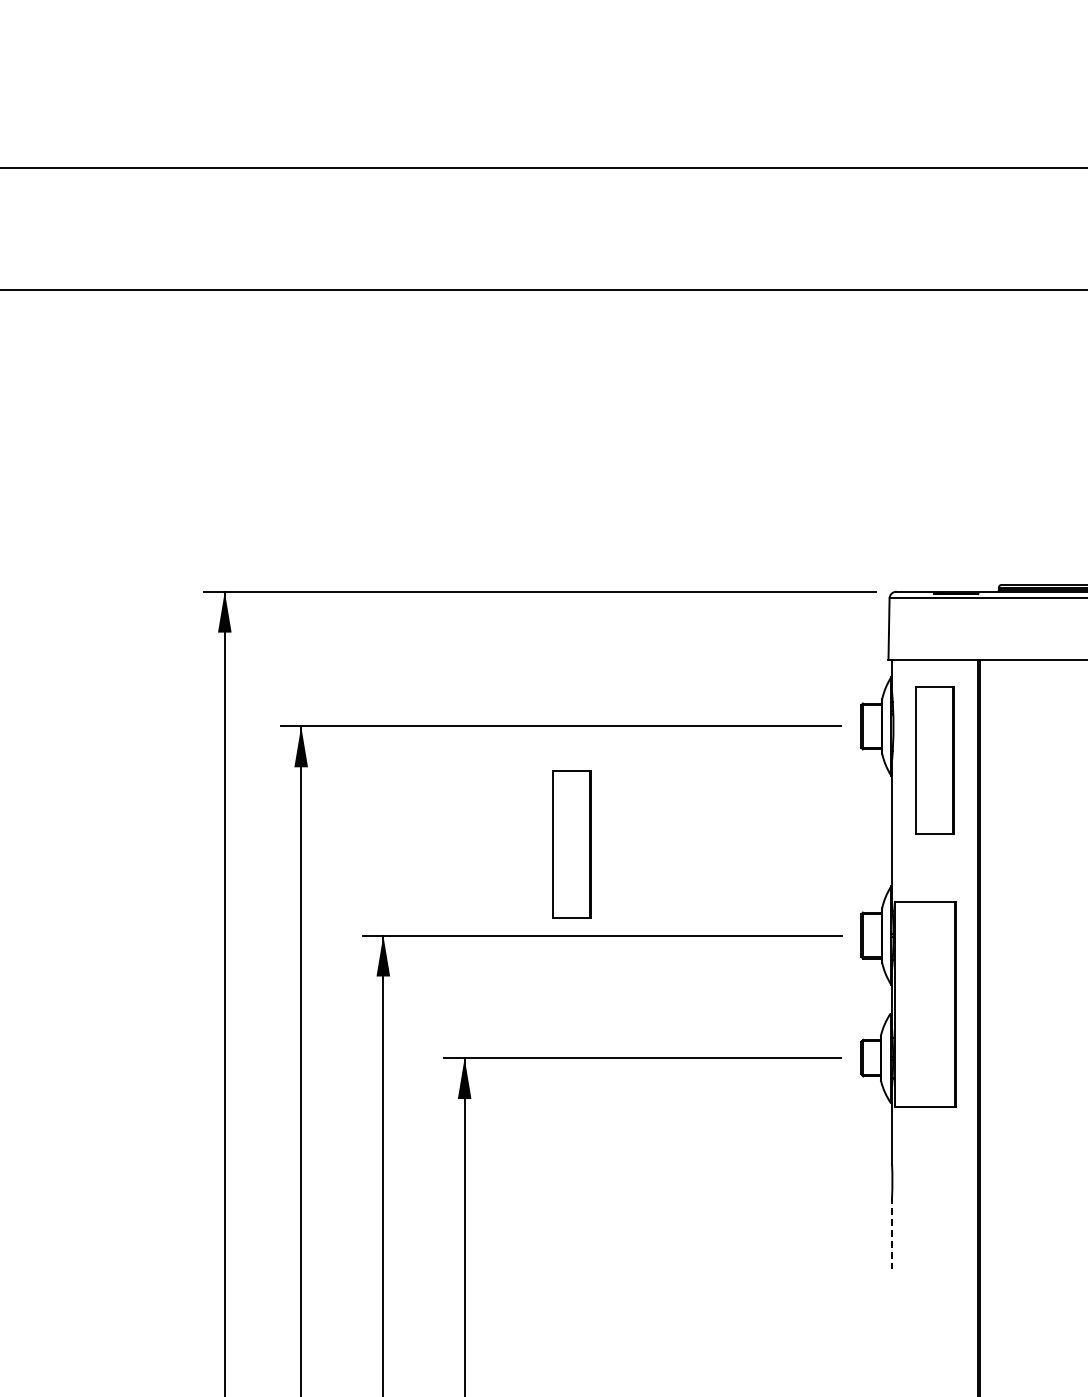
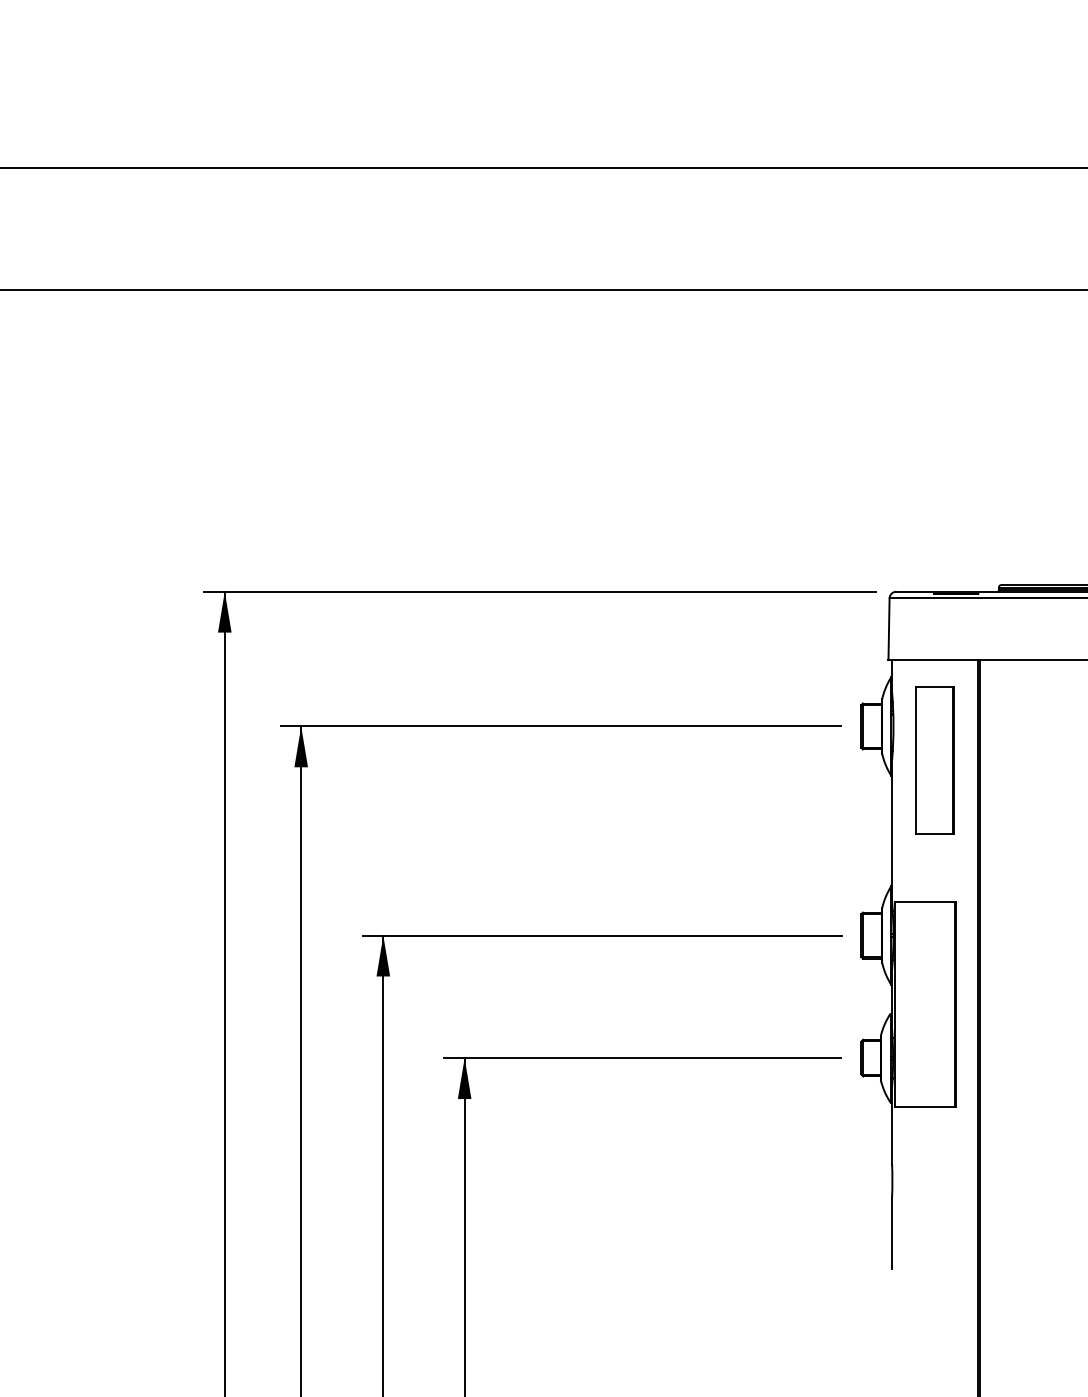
part at (571, 844): present -> none
line at (892, 1233): dashed -> solid
